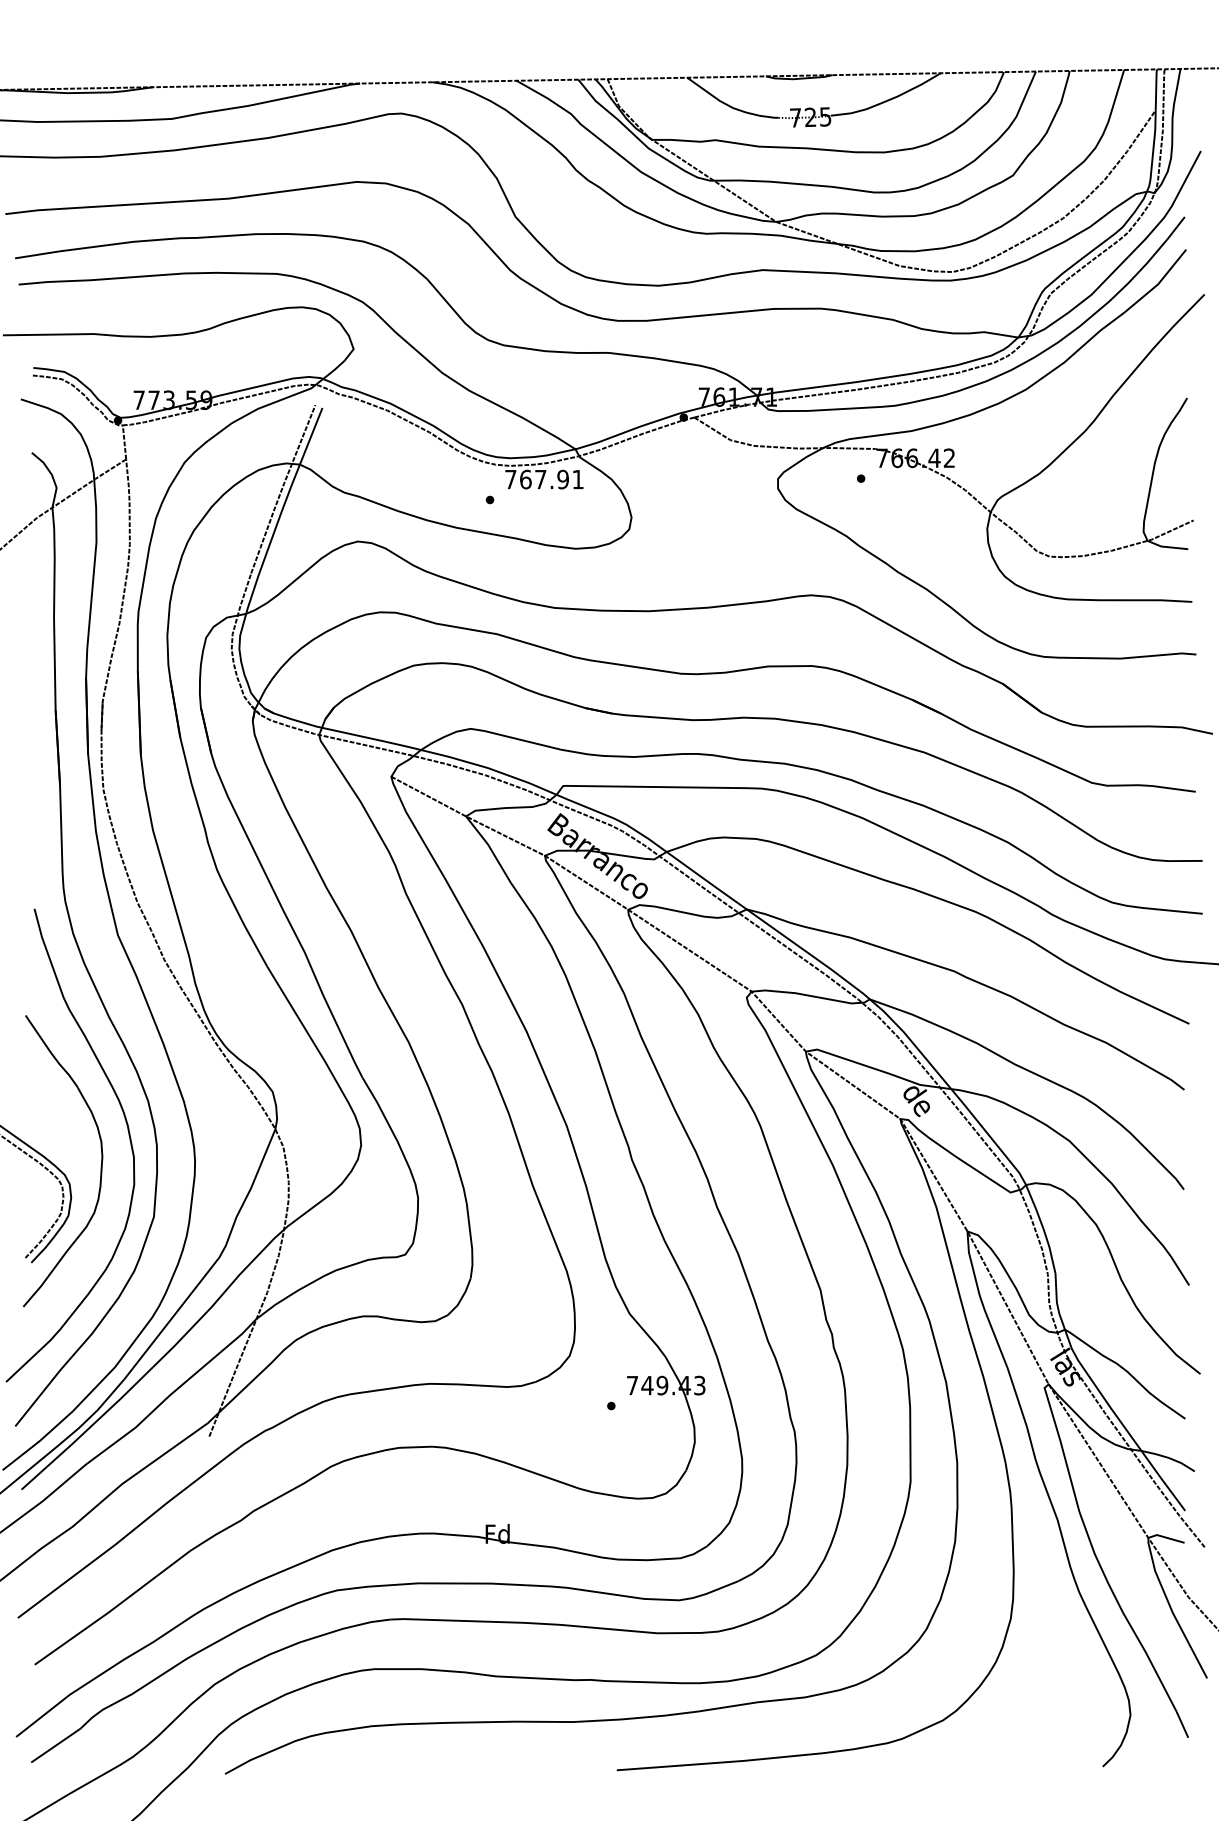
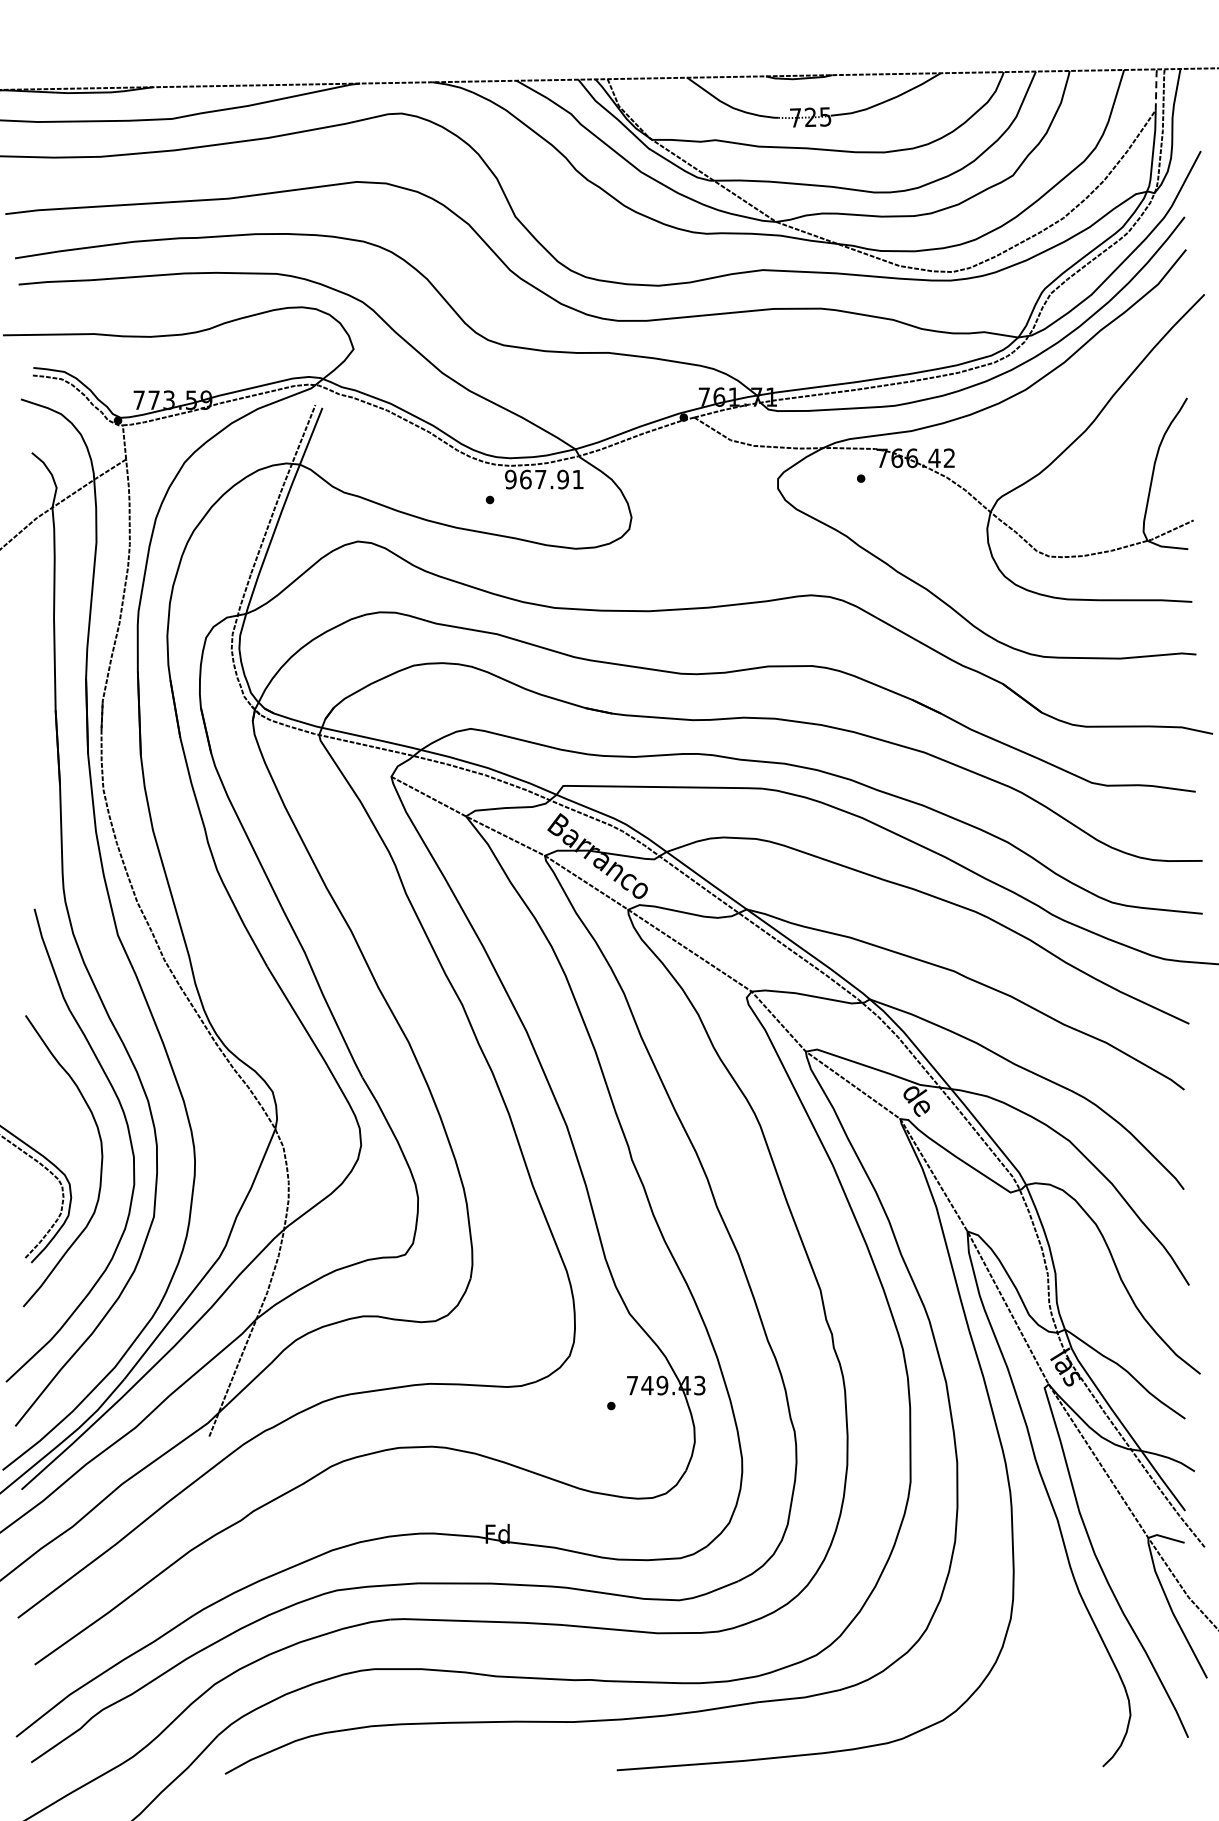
line at (1156, 88): solid -> dashed
text at (510, 479): 767.91 -> 967.91
